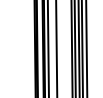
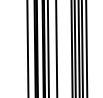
line at (27, 48): none -> present
